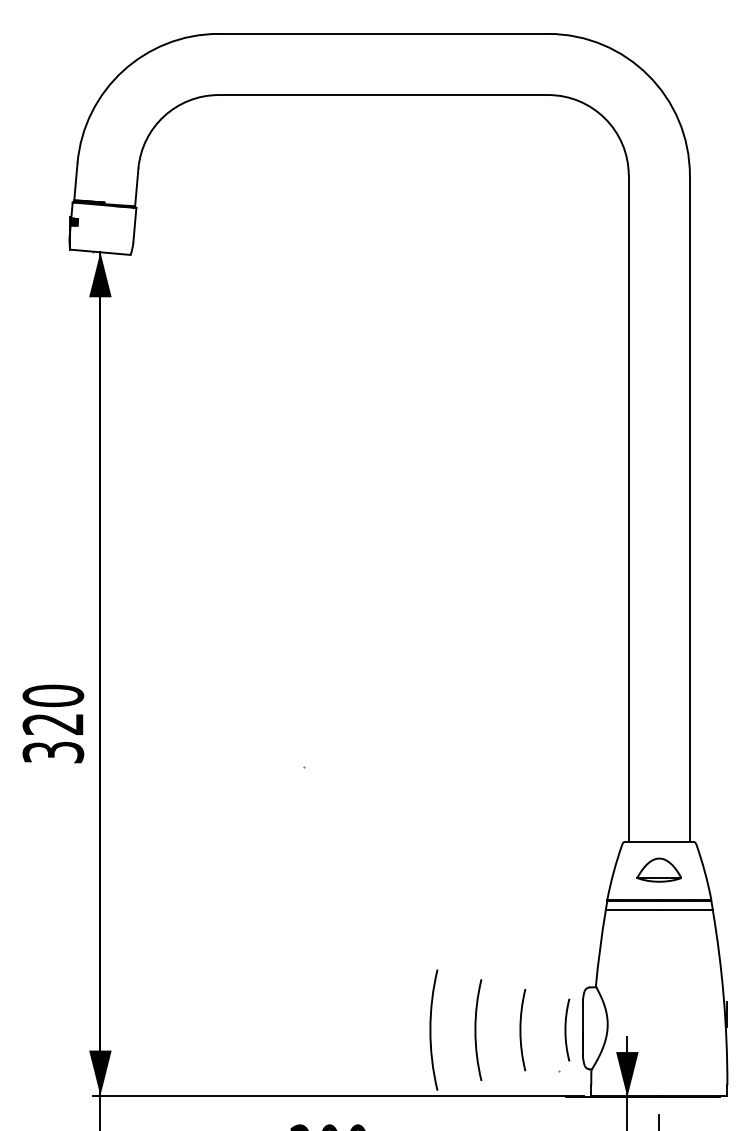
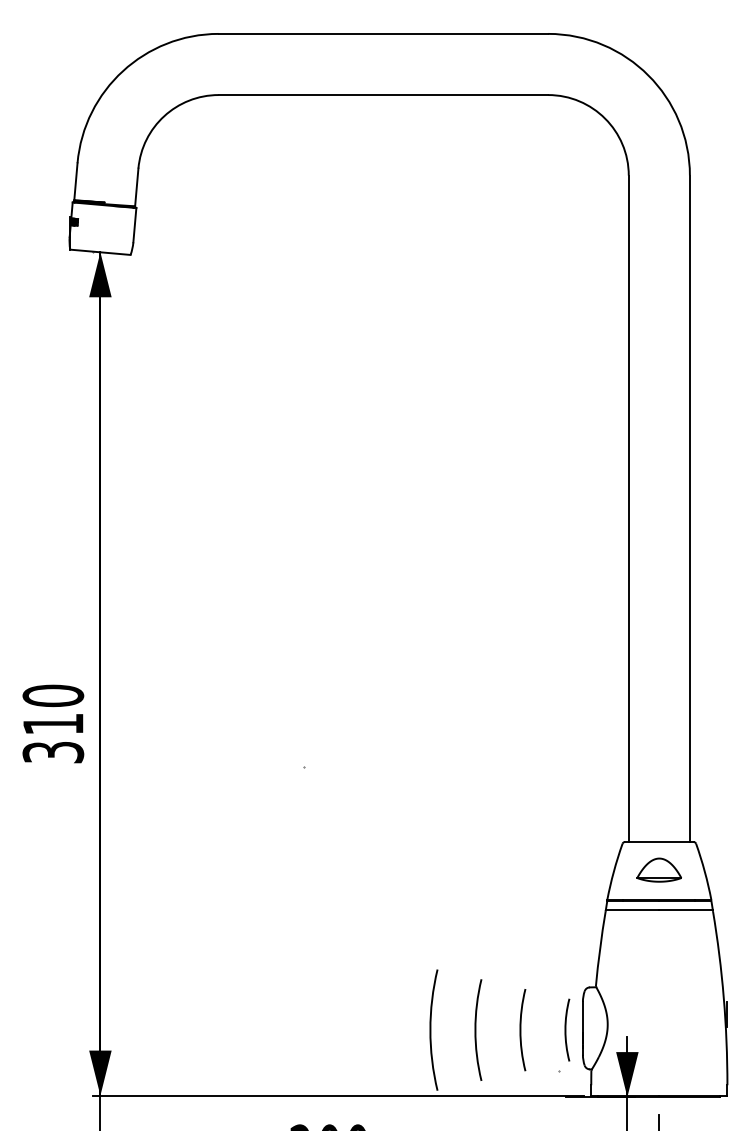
text at (52, 724): 320 -> 310
